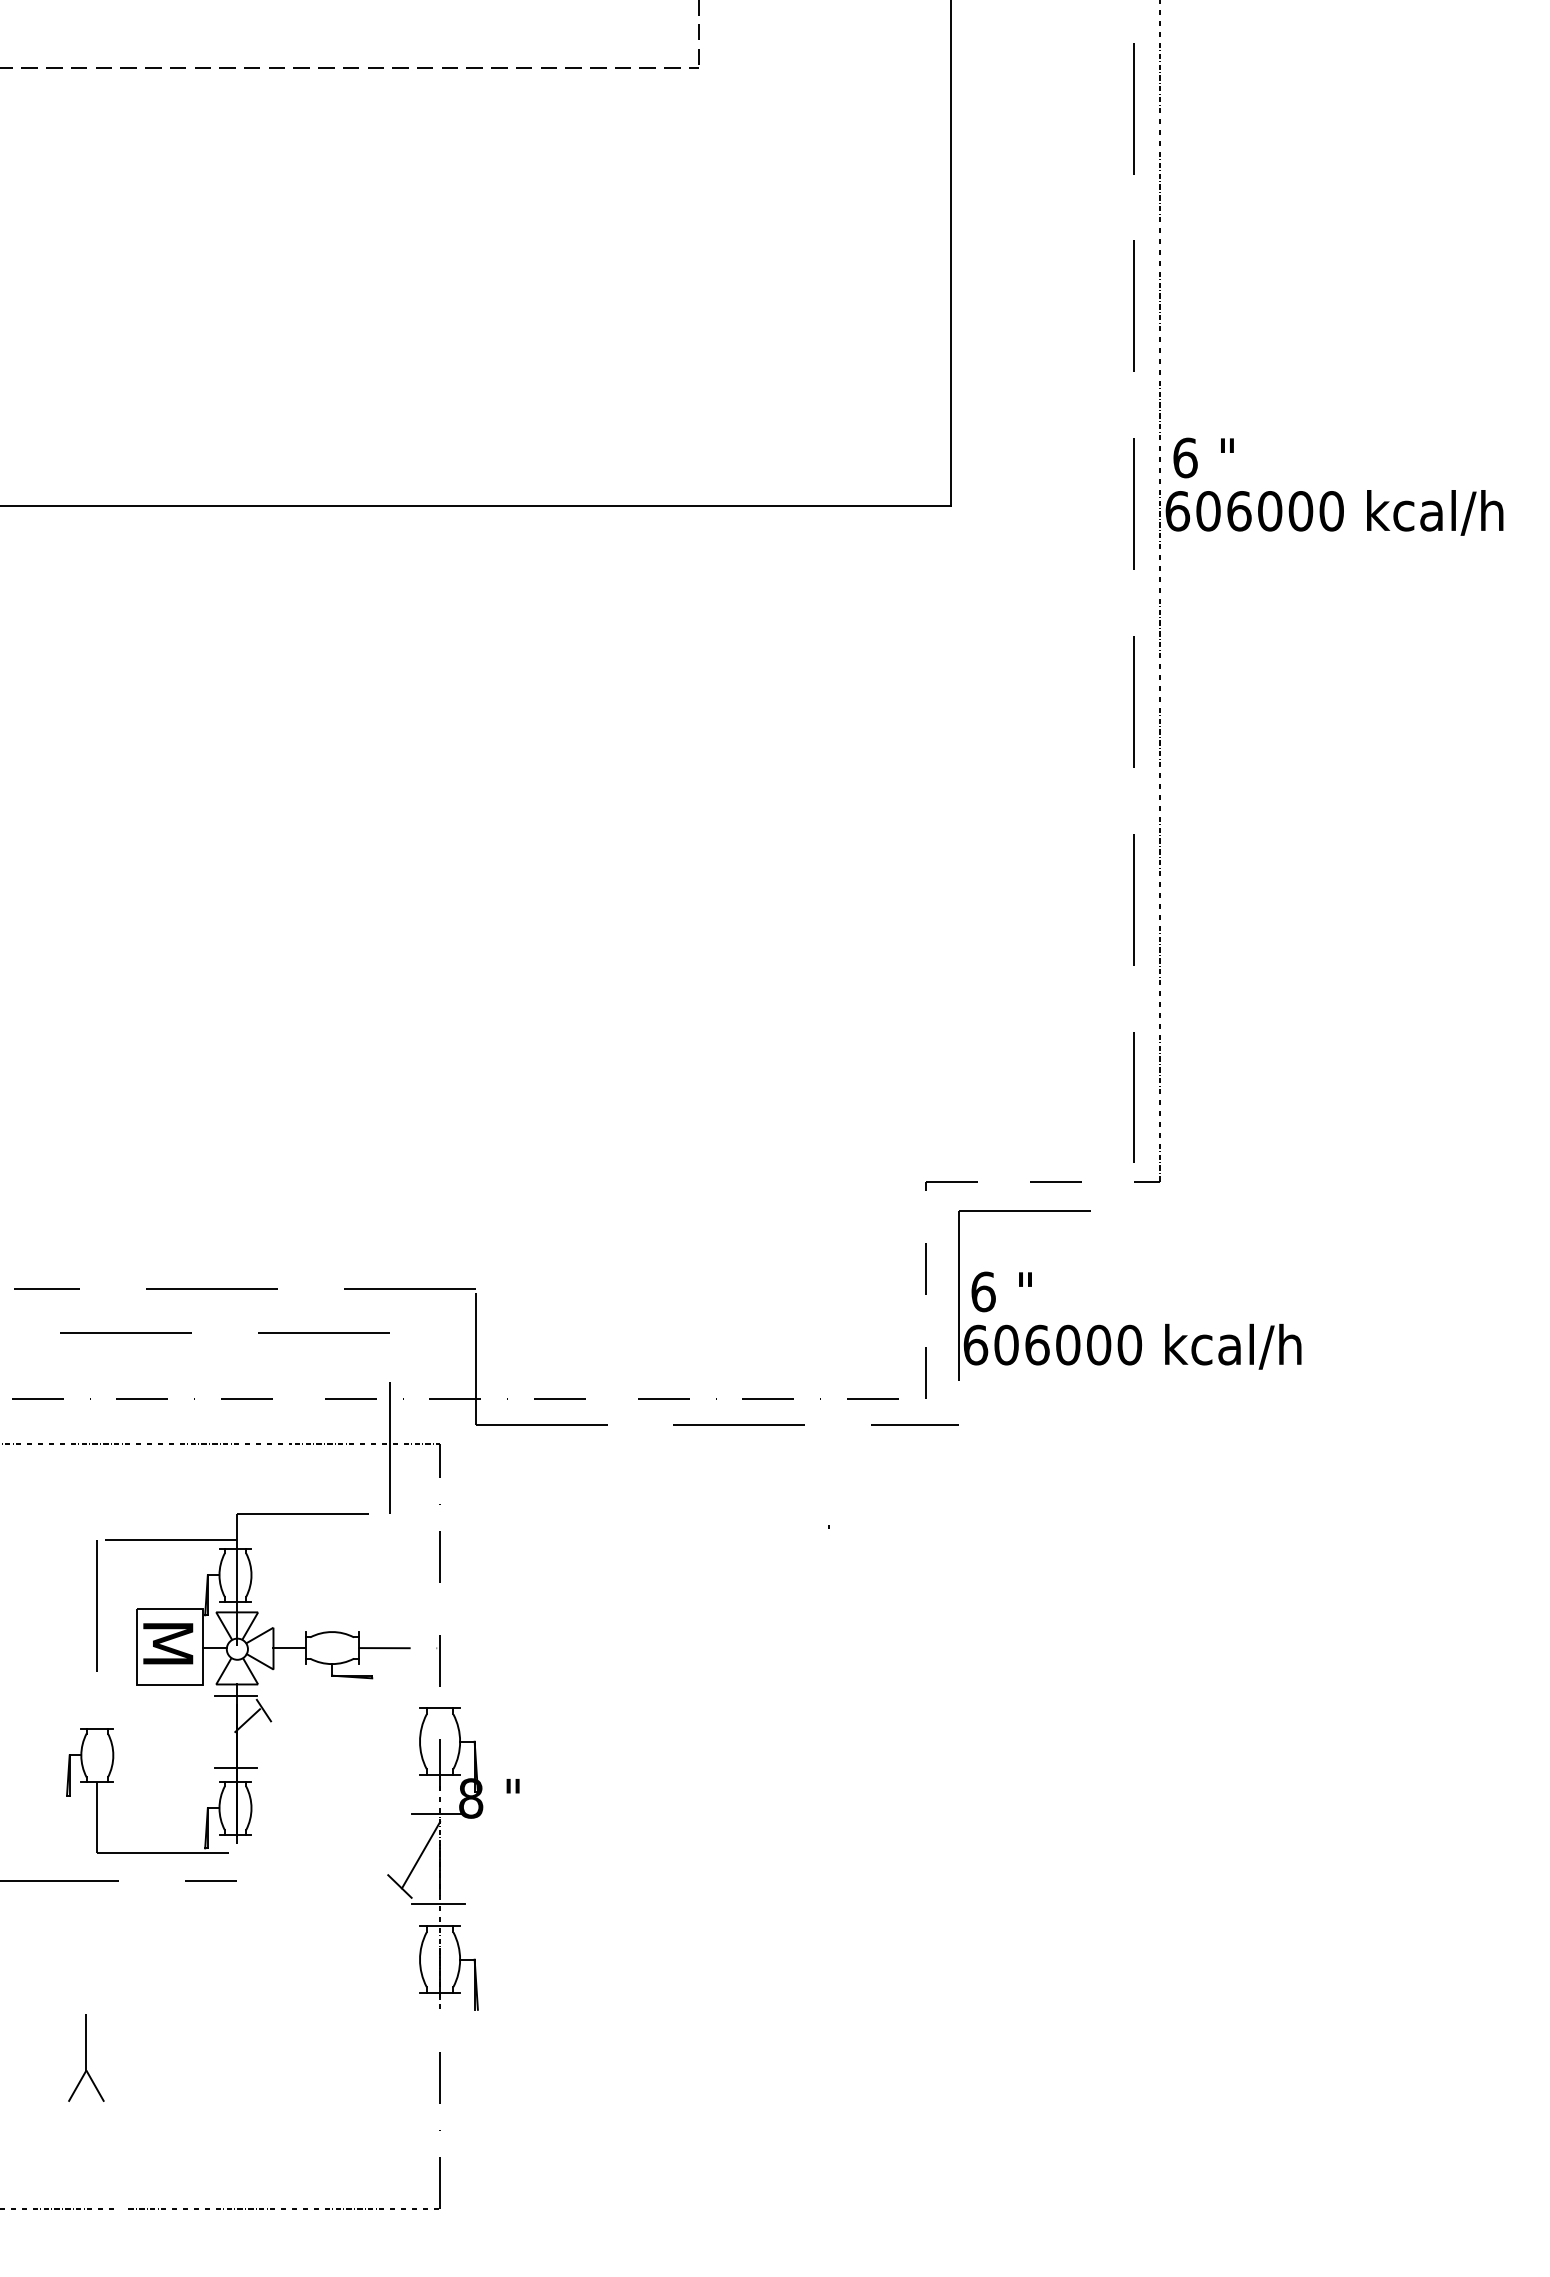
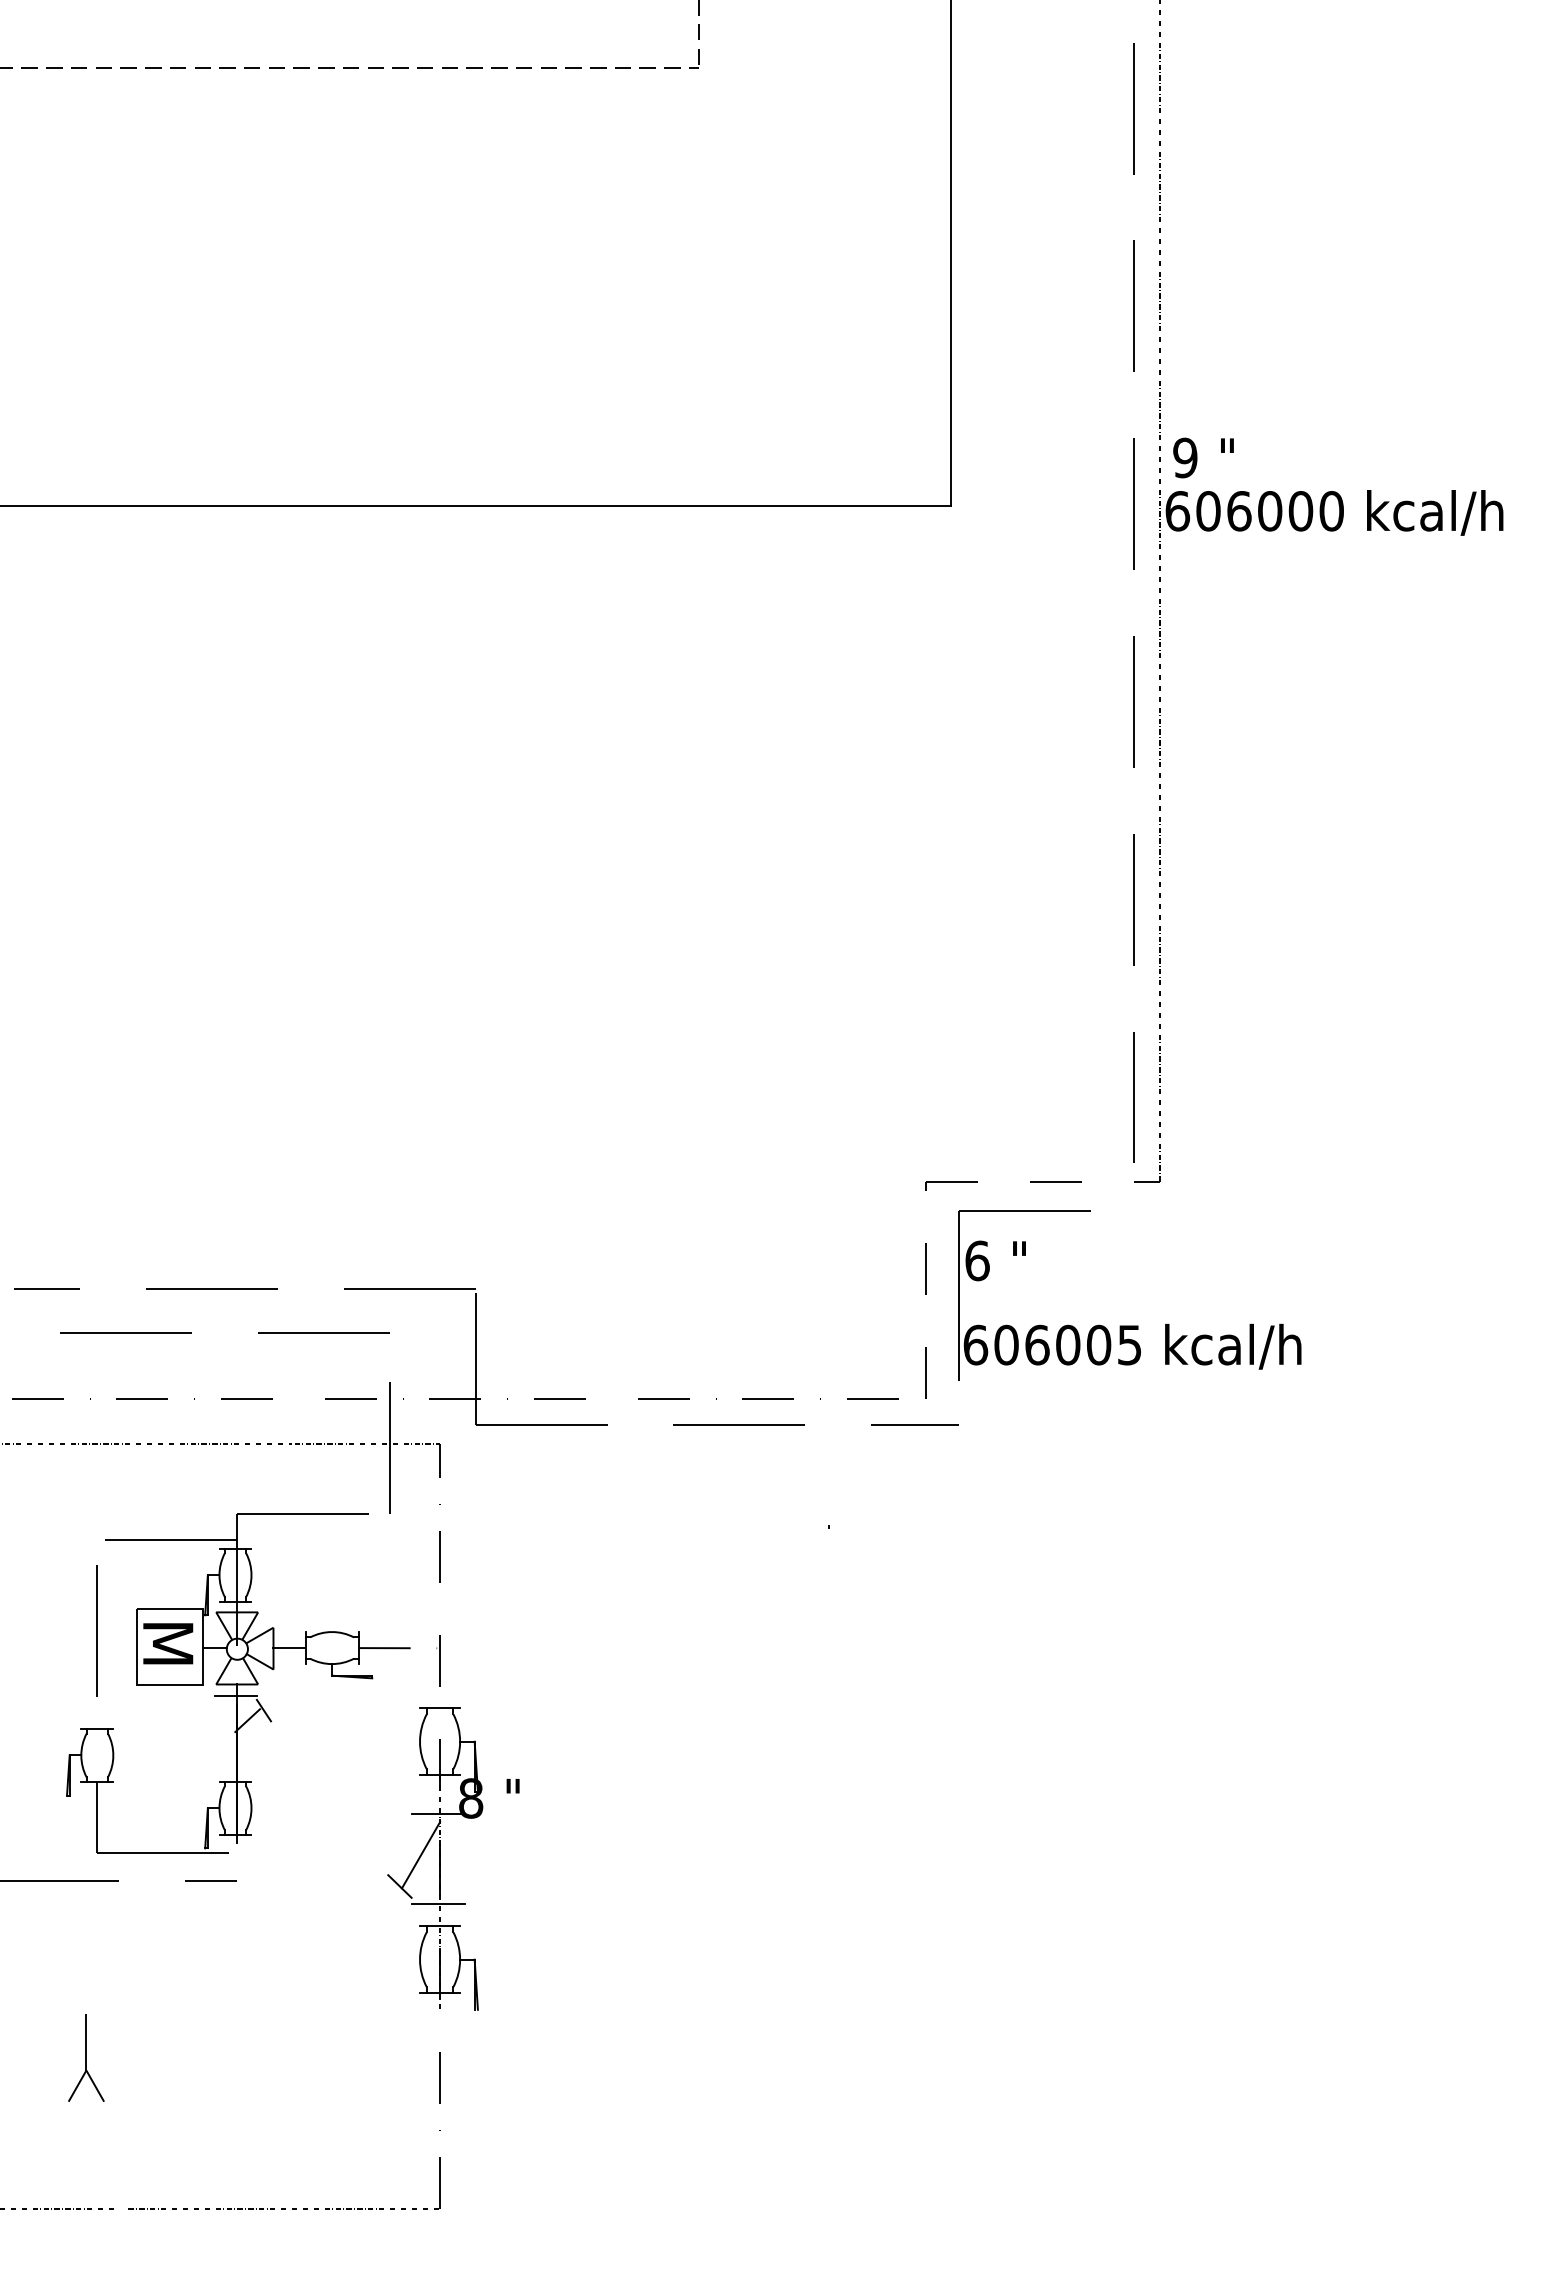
text at (1185, 457): 6 -> 9
text at (1001, 1291) position: (1001, 1291) -> (995, 1260)
text at (1129, 1344): 606000 -> 606005
line at (96, 1605) position: (96, 1605) -> (96, 1630)
line at (235, 1767): present -> none
